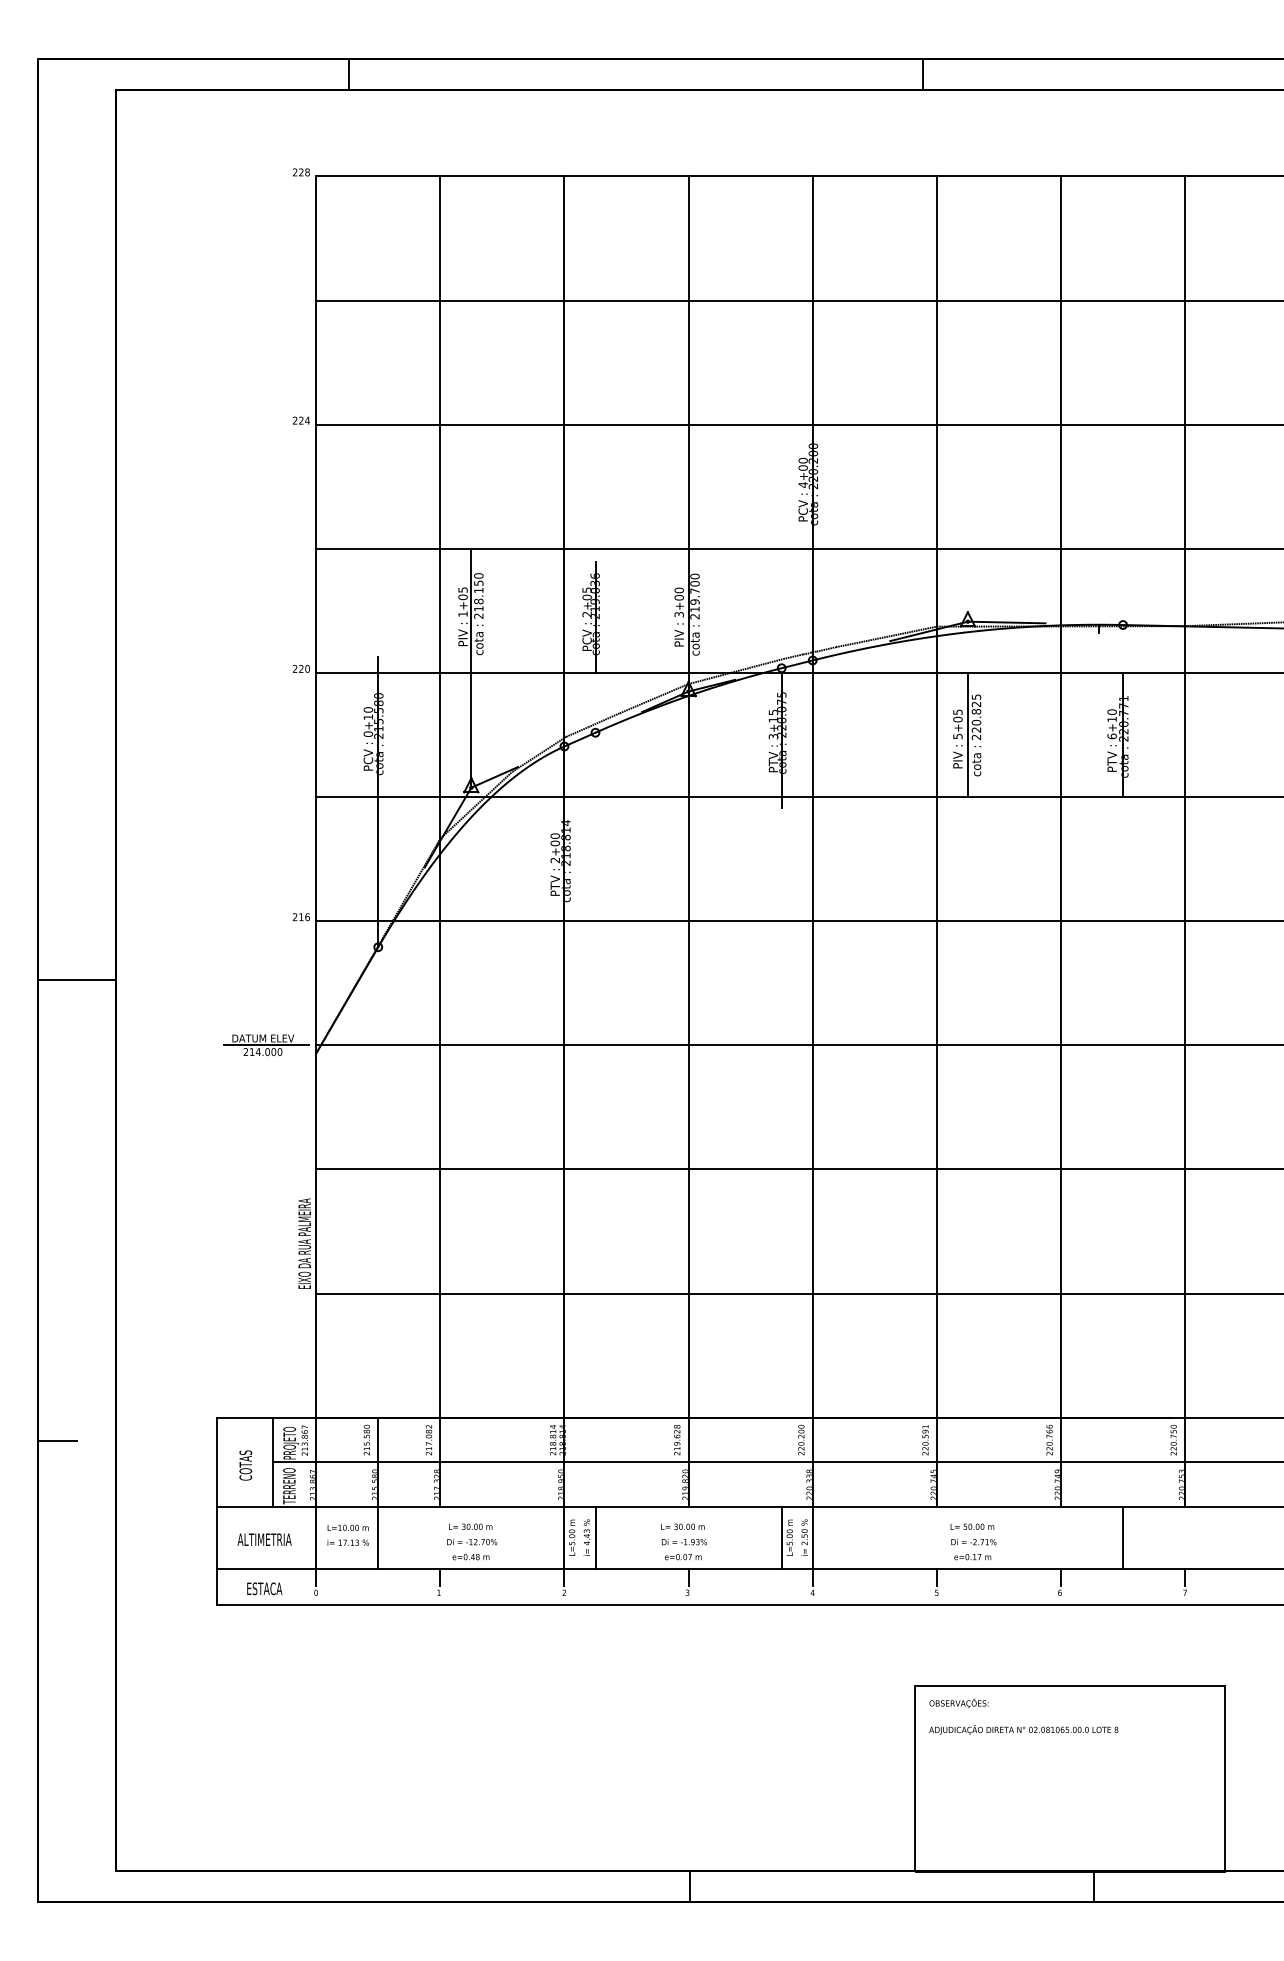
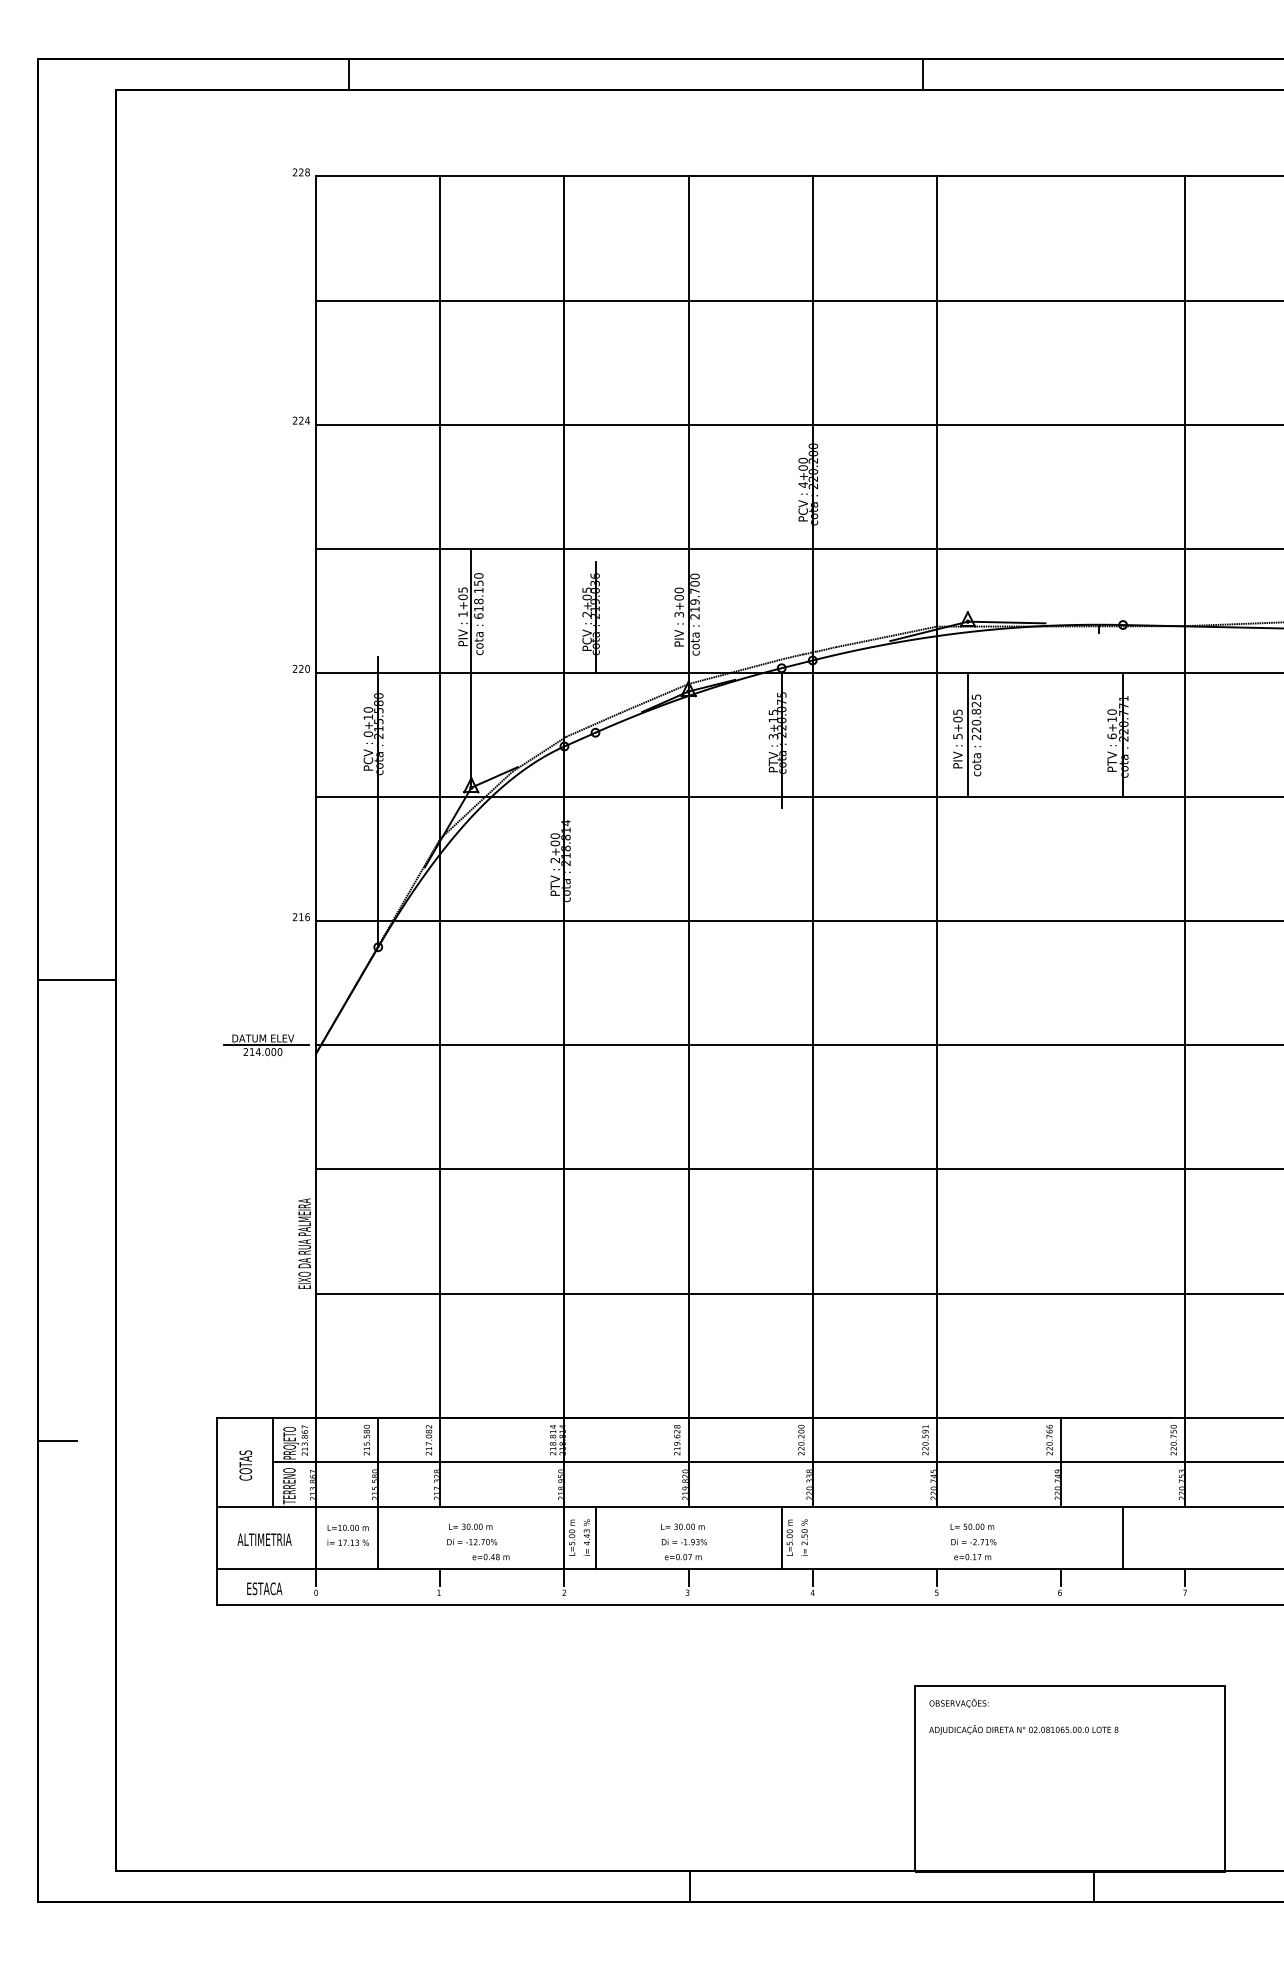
text at (478, 615): 218.150 -> 618.150
line at (1060, 796): present -> none
line at (812, 1537): present -> none
text at (470, 1557) position: (470, 1557) -> (490, 1557)
